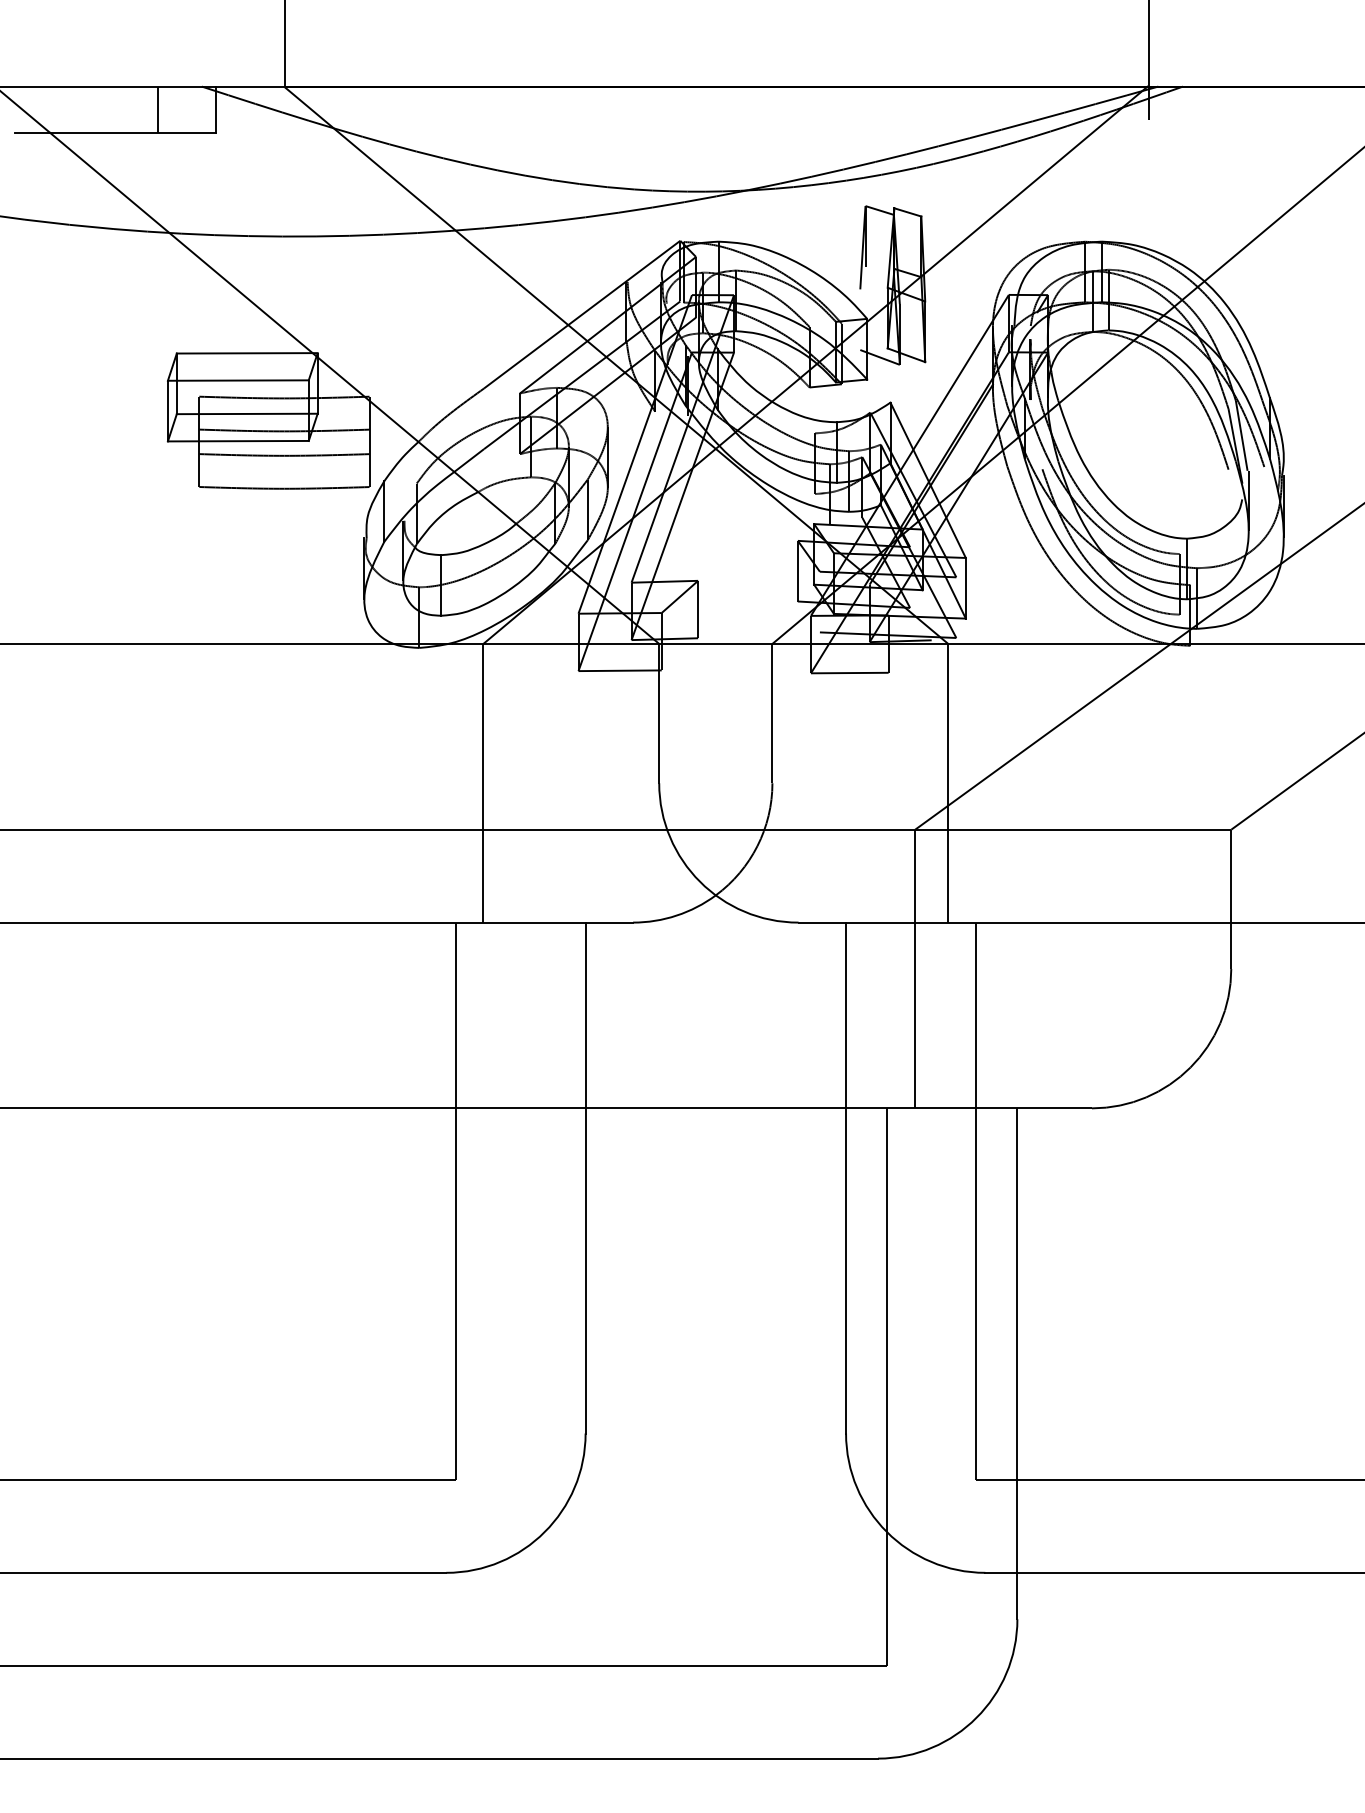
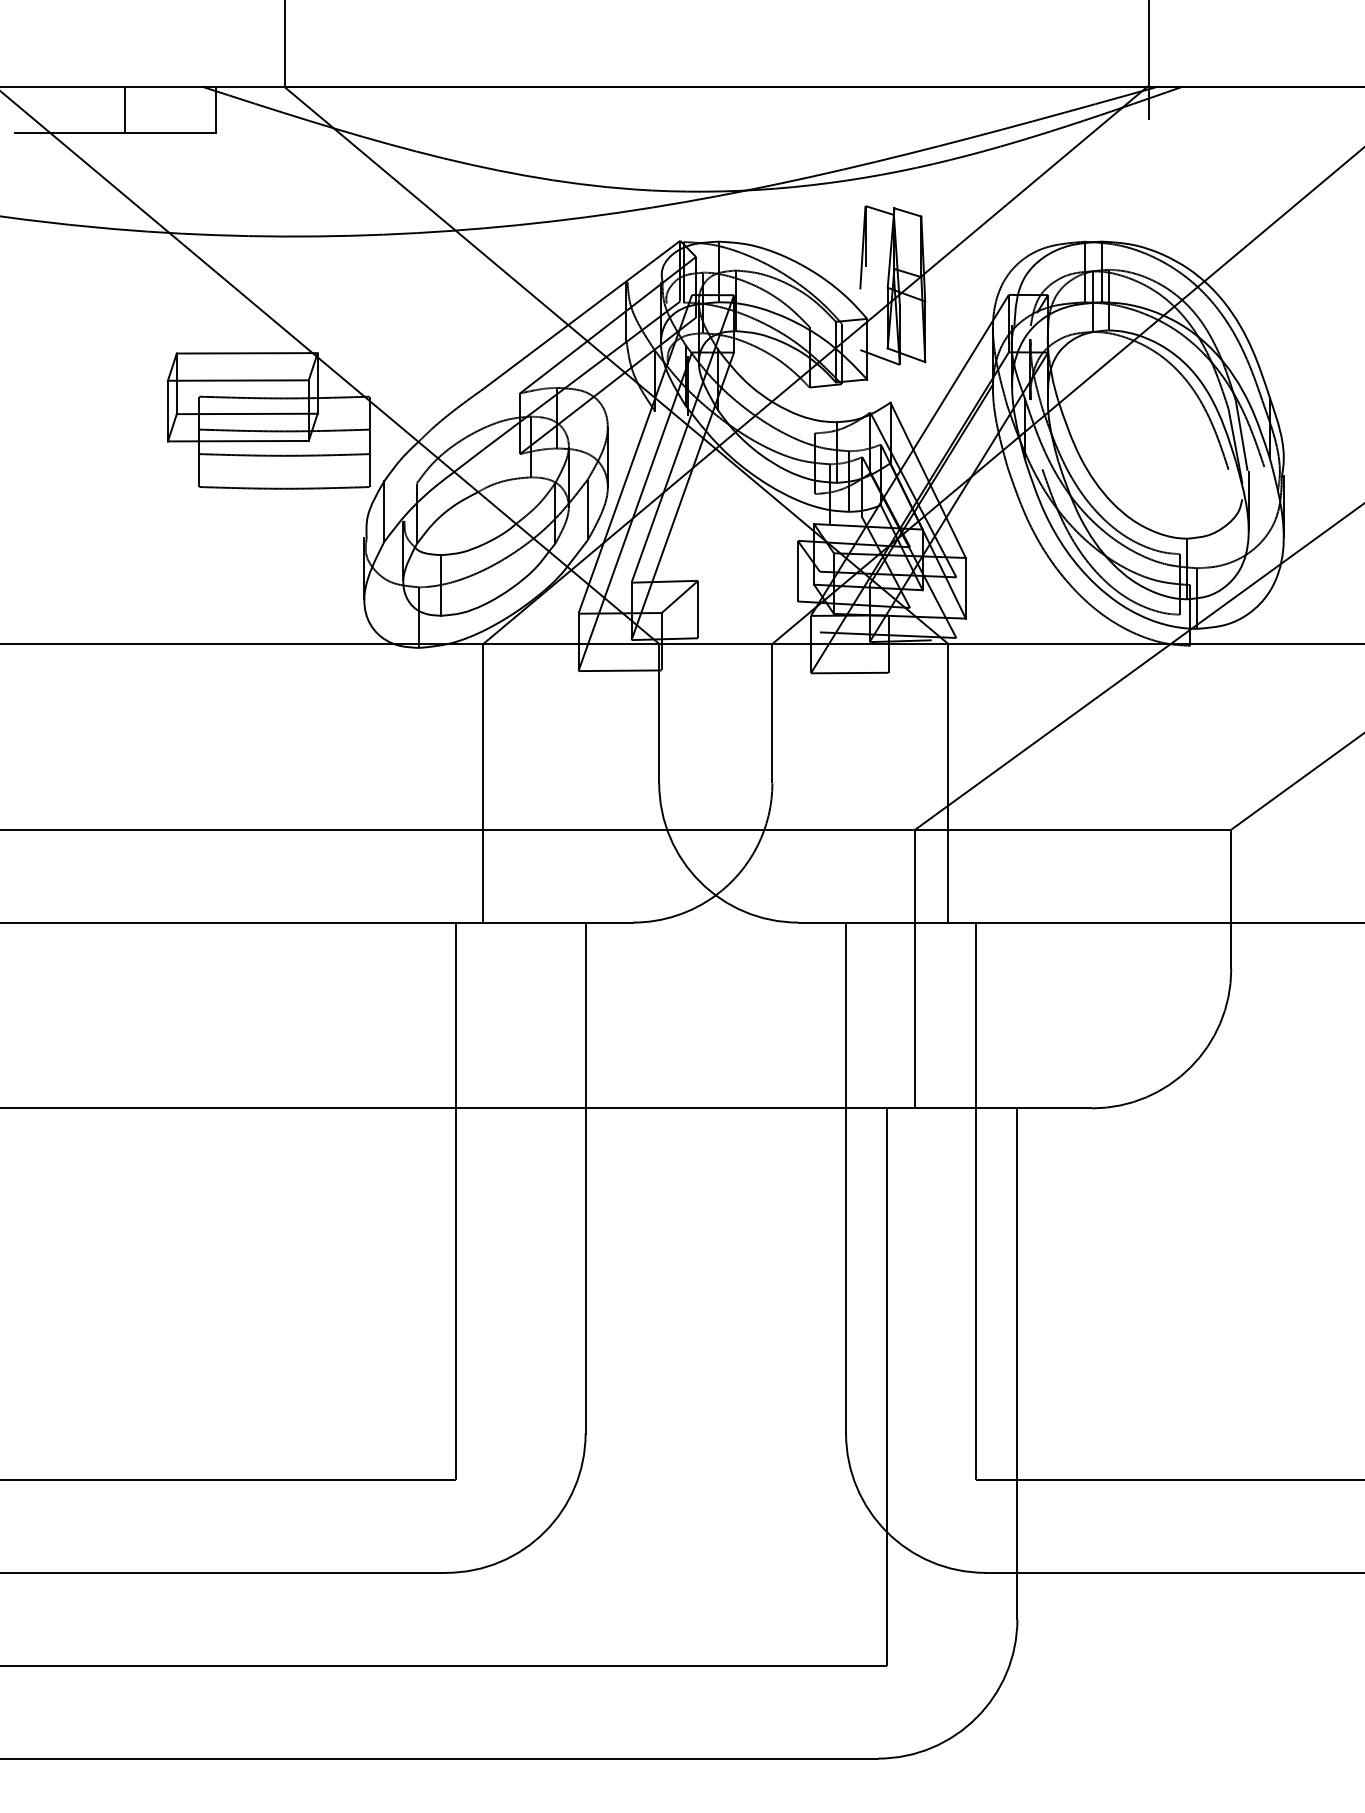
line at (158, 109) position: (158, 109) -> (125, 109)
